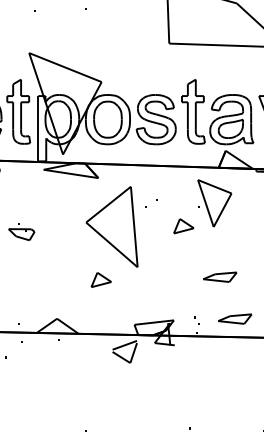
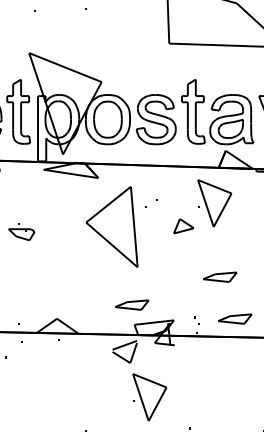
part at (100, 279): present -> none
part at (132, 304): none -> present
part at (149, 397): none -> present
